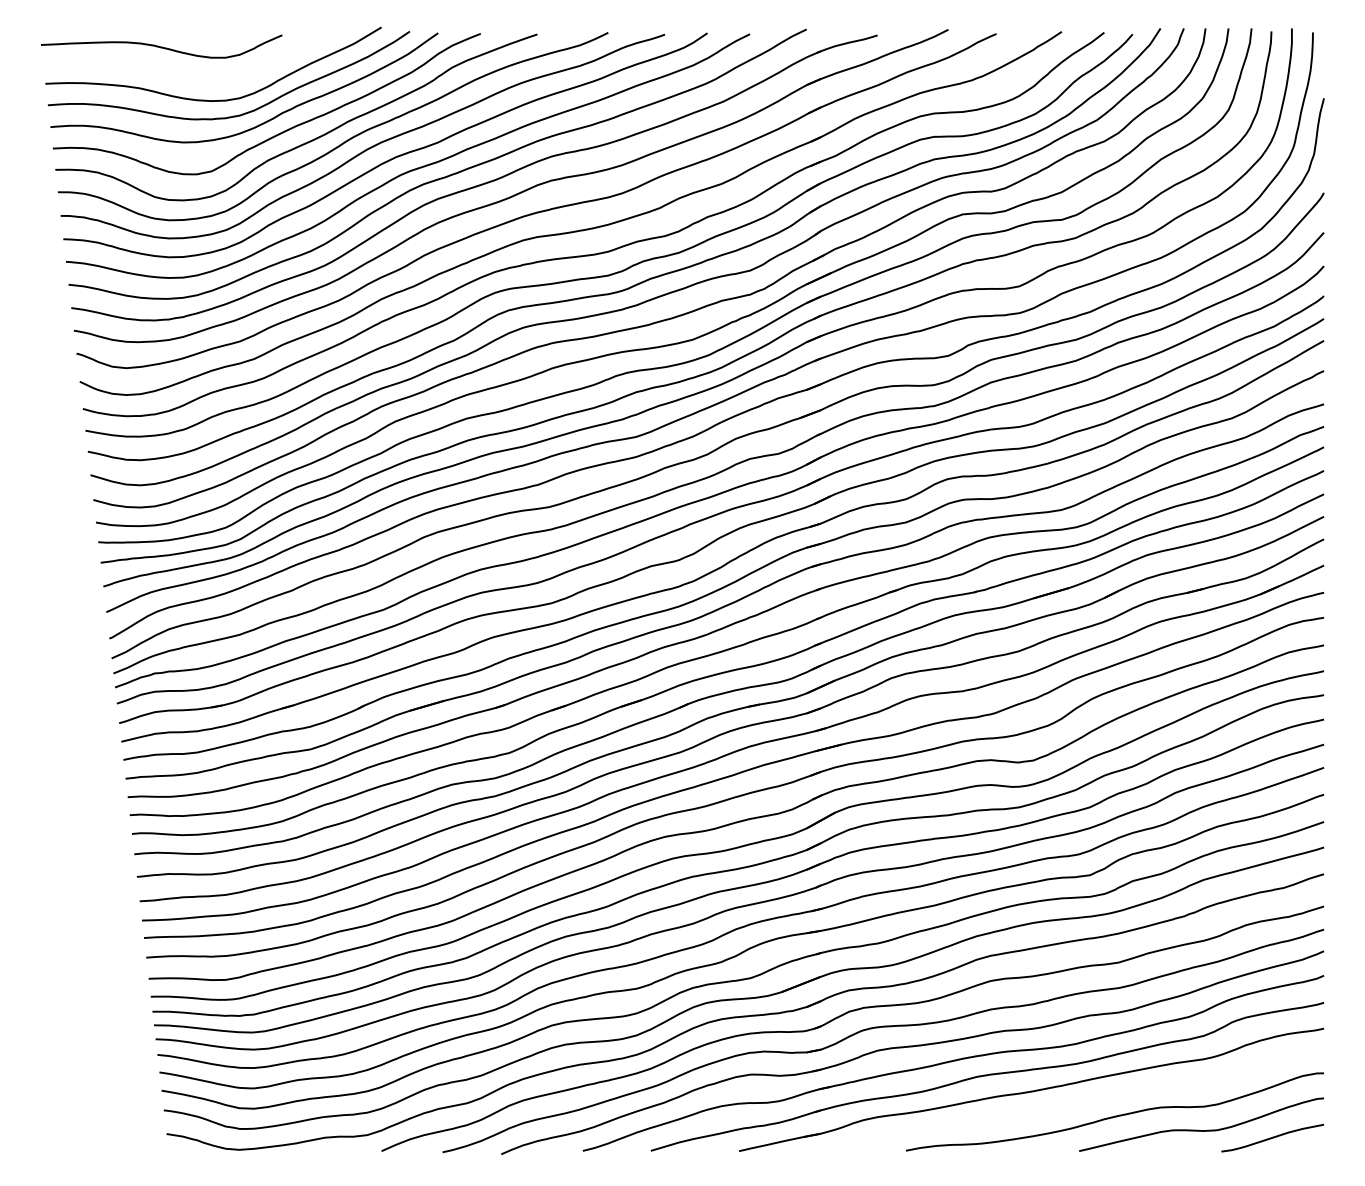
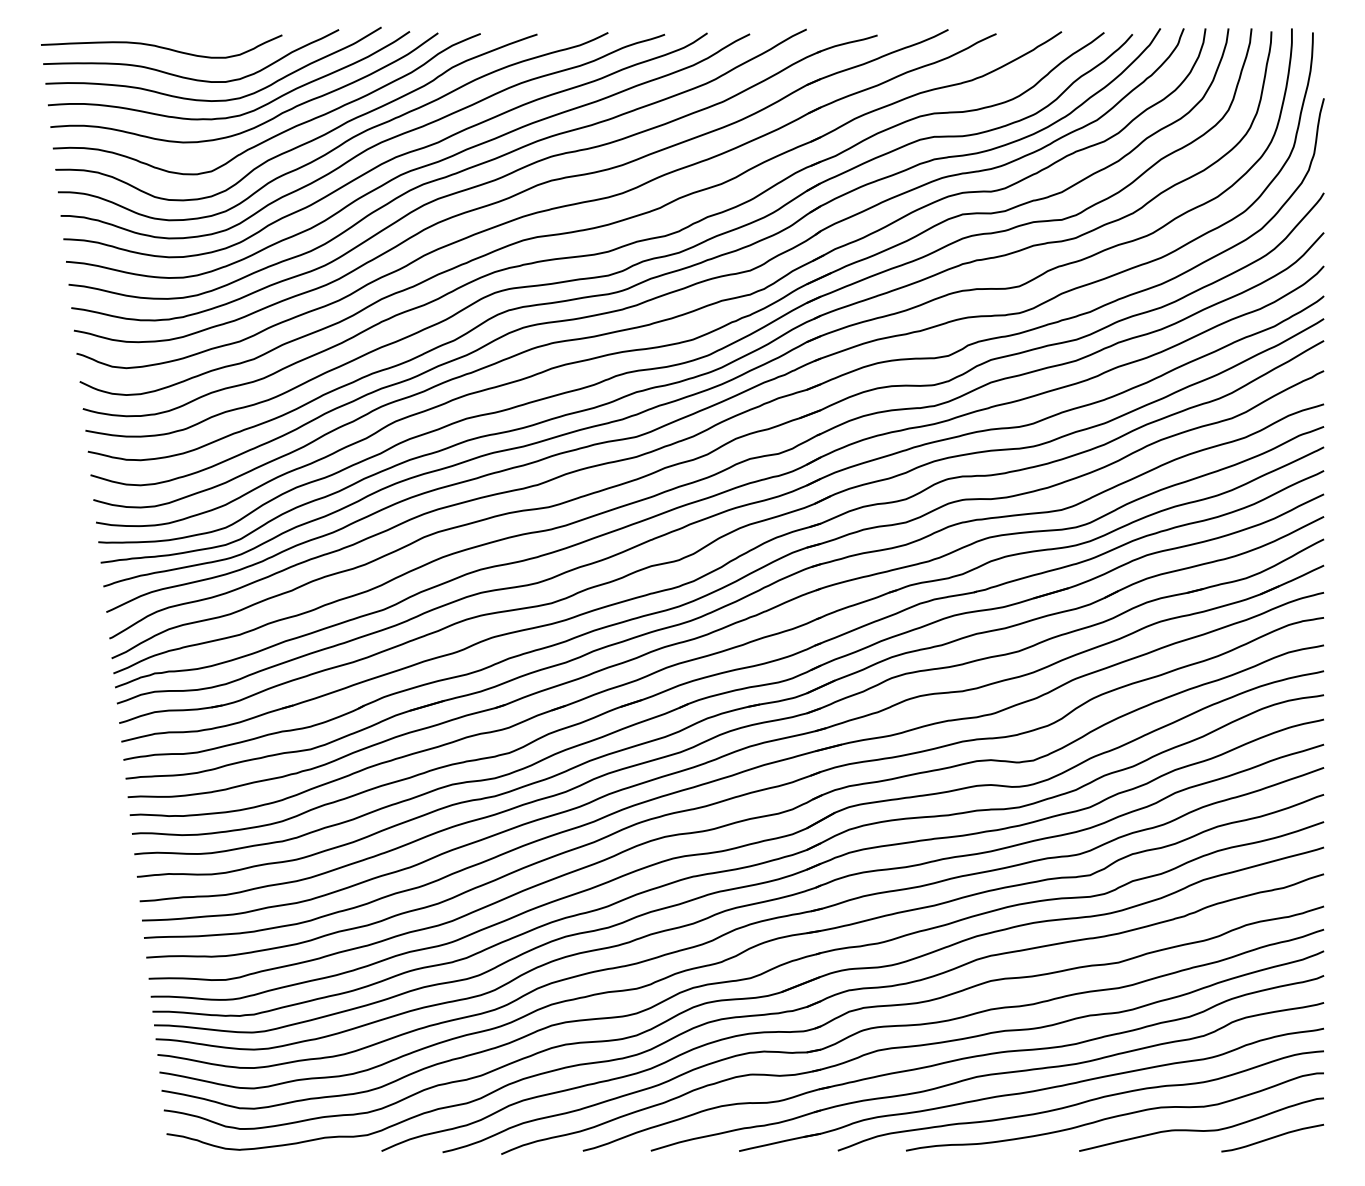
curve at (189, 77): none -> present
curve at (1080, 1102): none -> present
